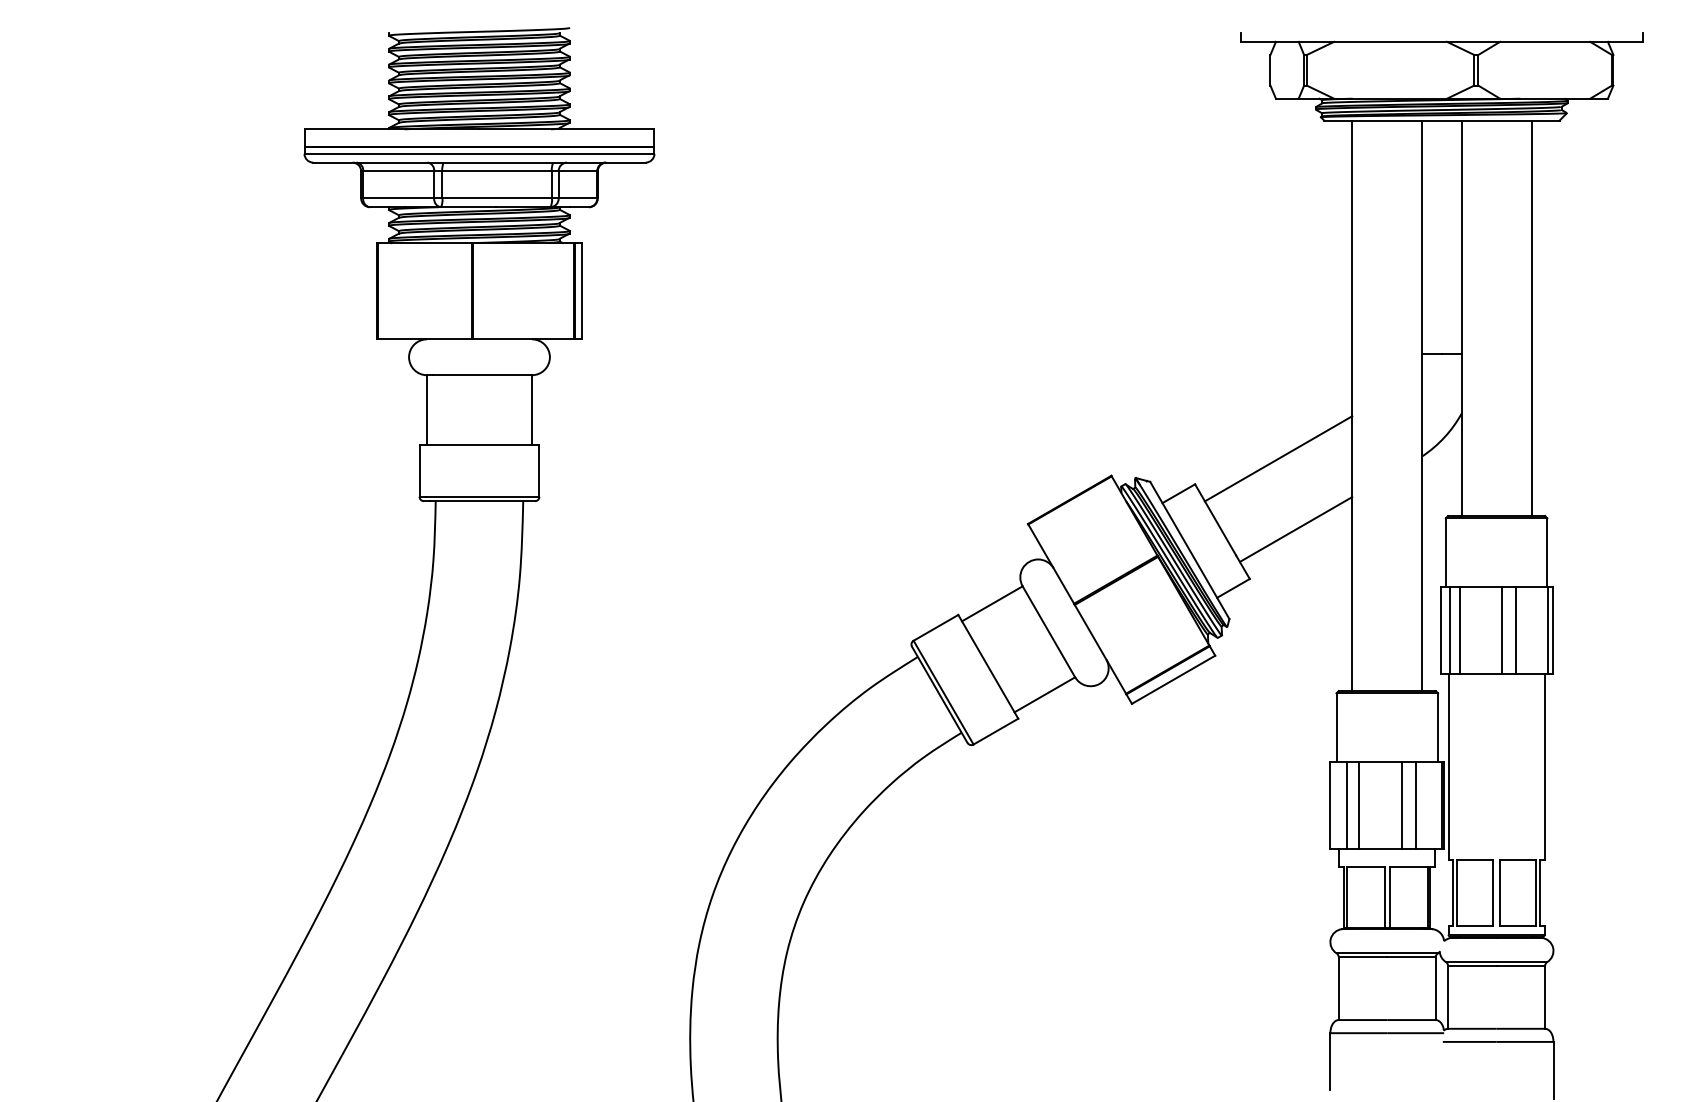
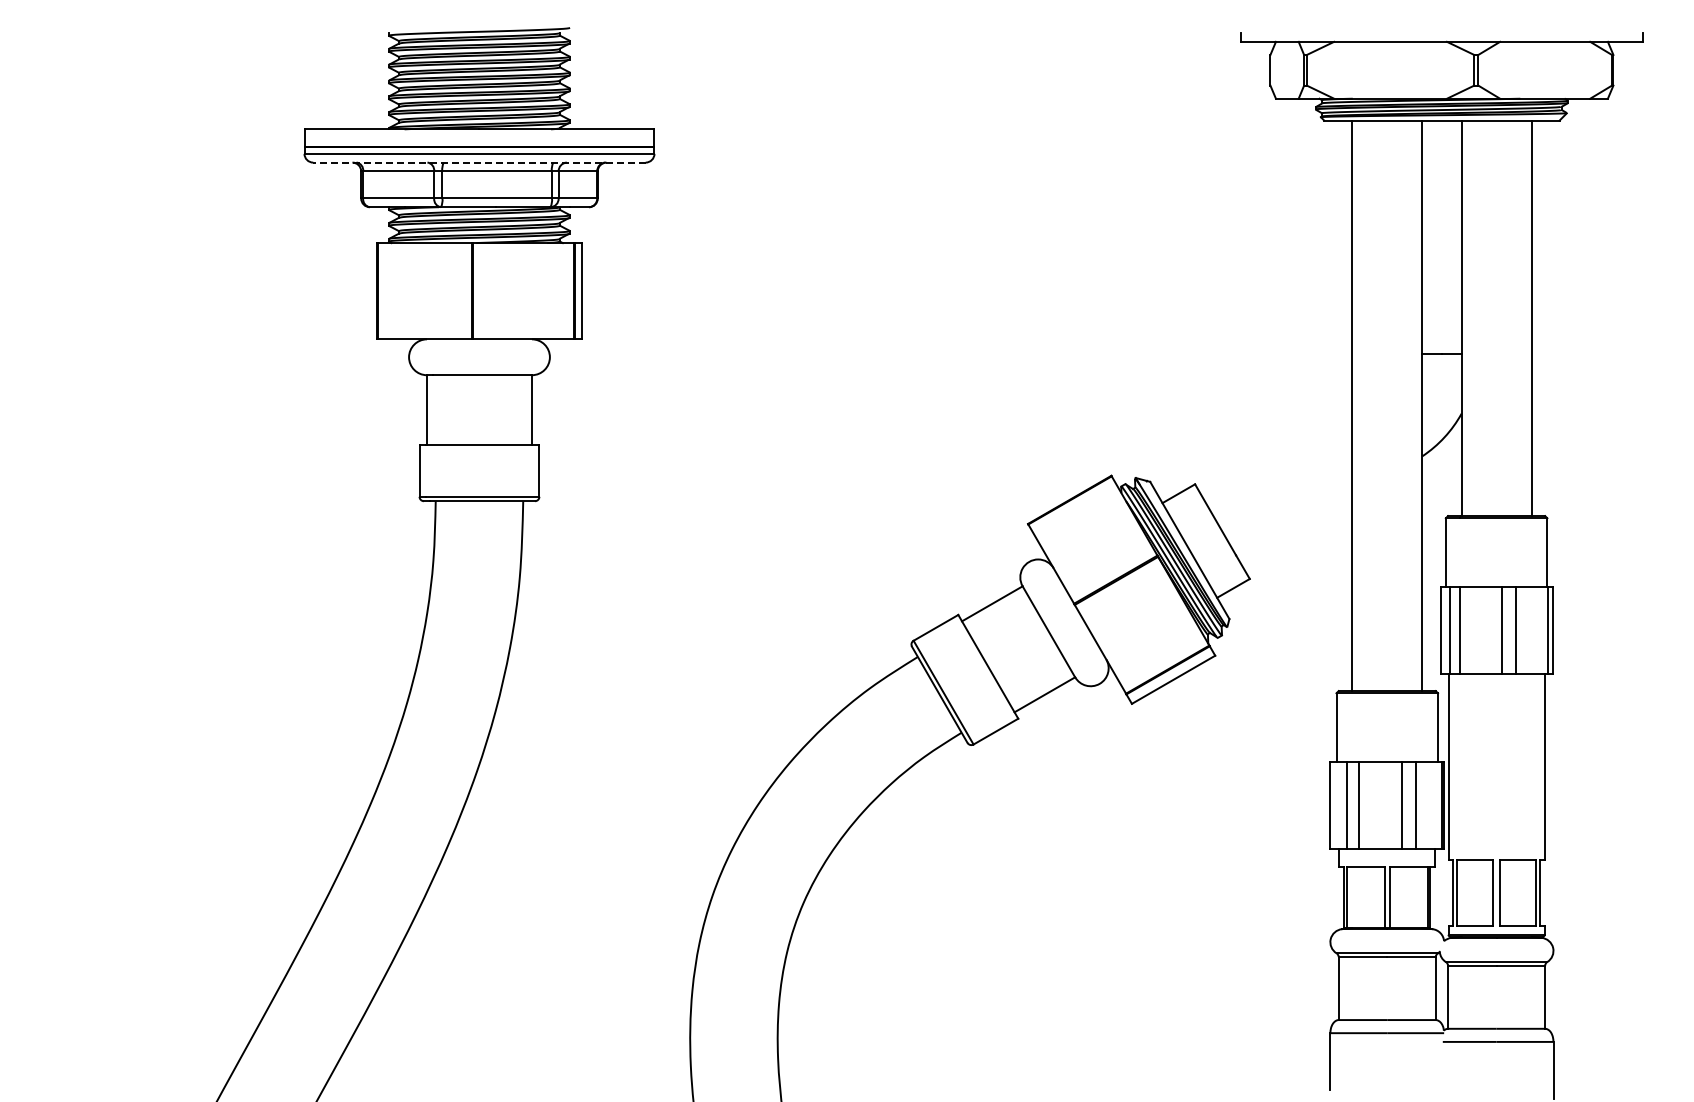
line at (478, 162): solid -> dashed
line at (1278, 458): present -> none
line at (1295, 529): present -> none
